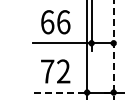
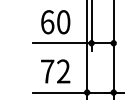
text at (63, 22): 66 -> 60
line at (113, 50): dashed -> solid
line at (58, 92): dashed -> solid
